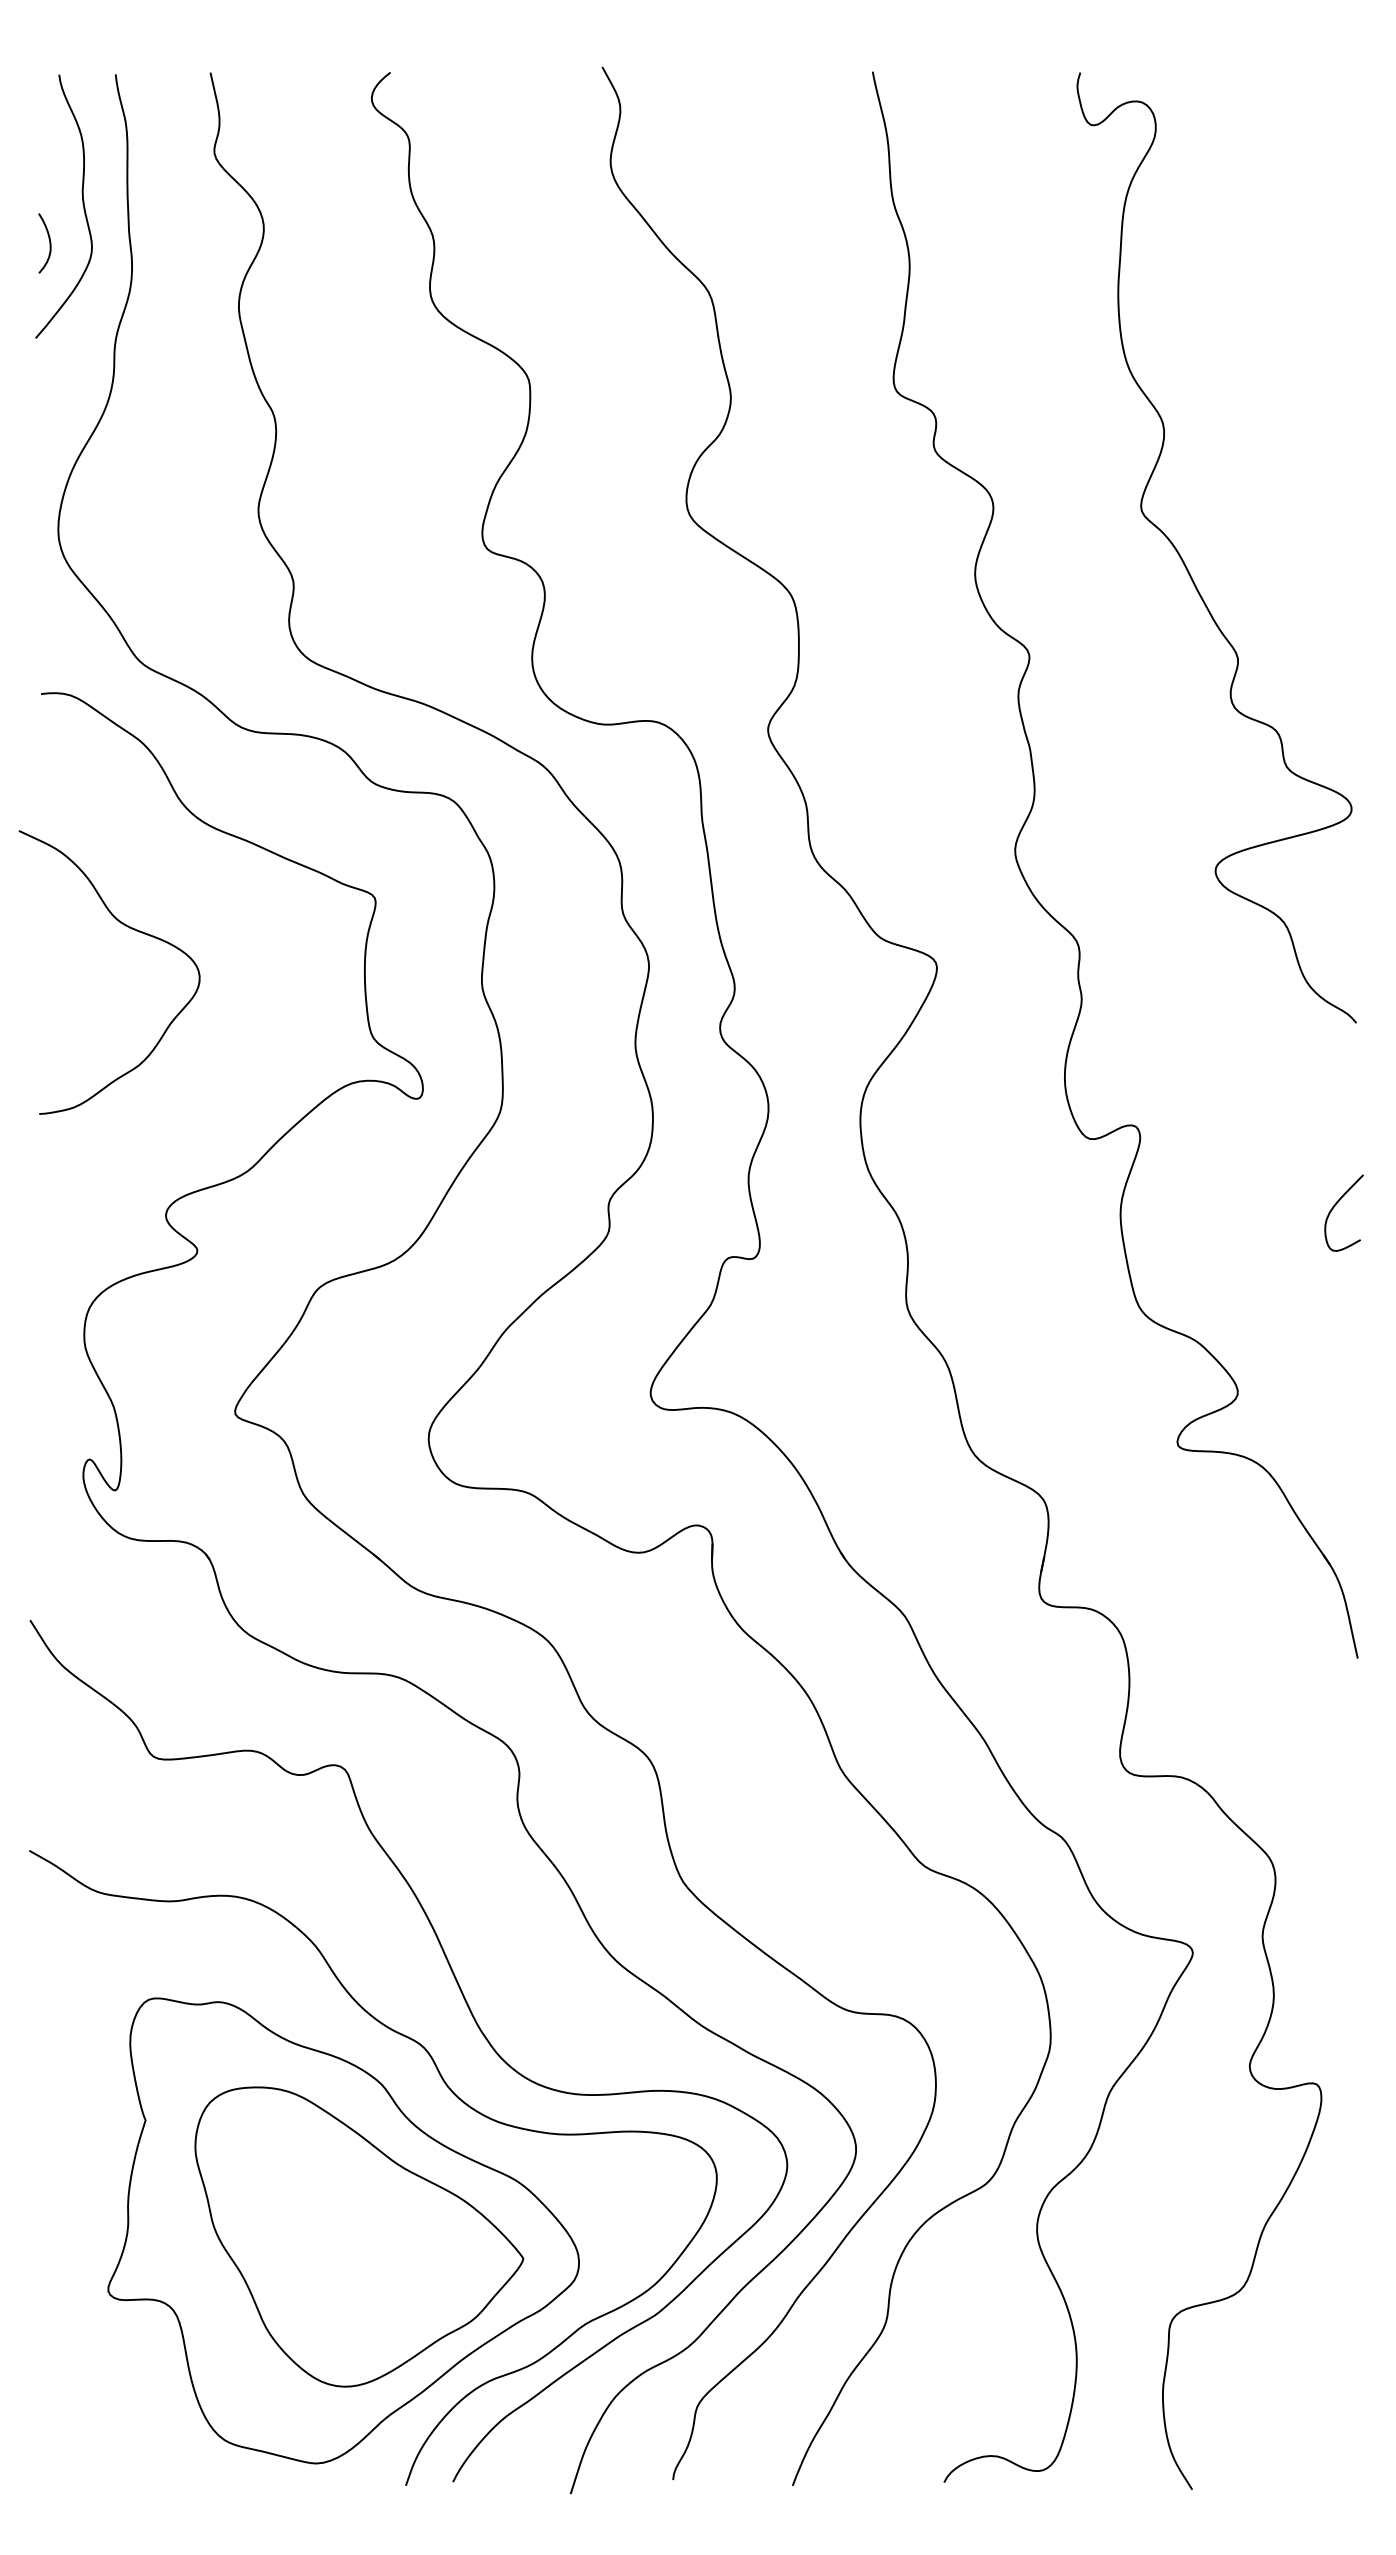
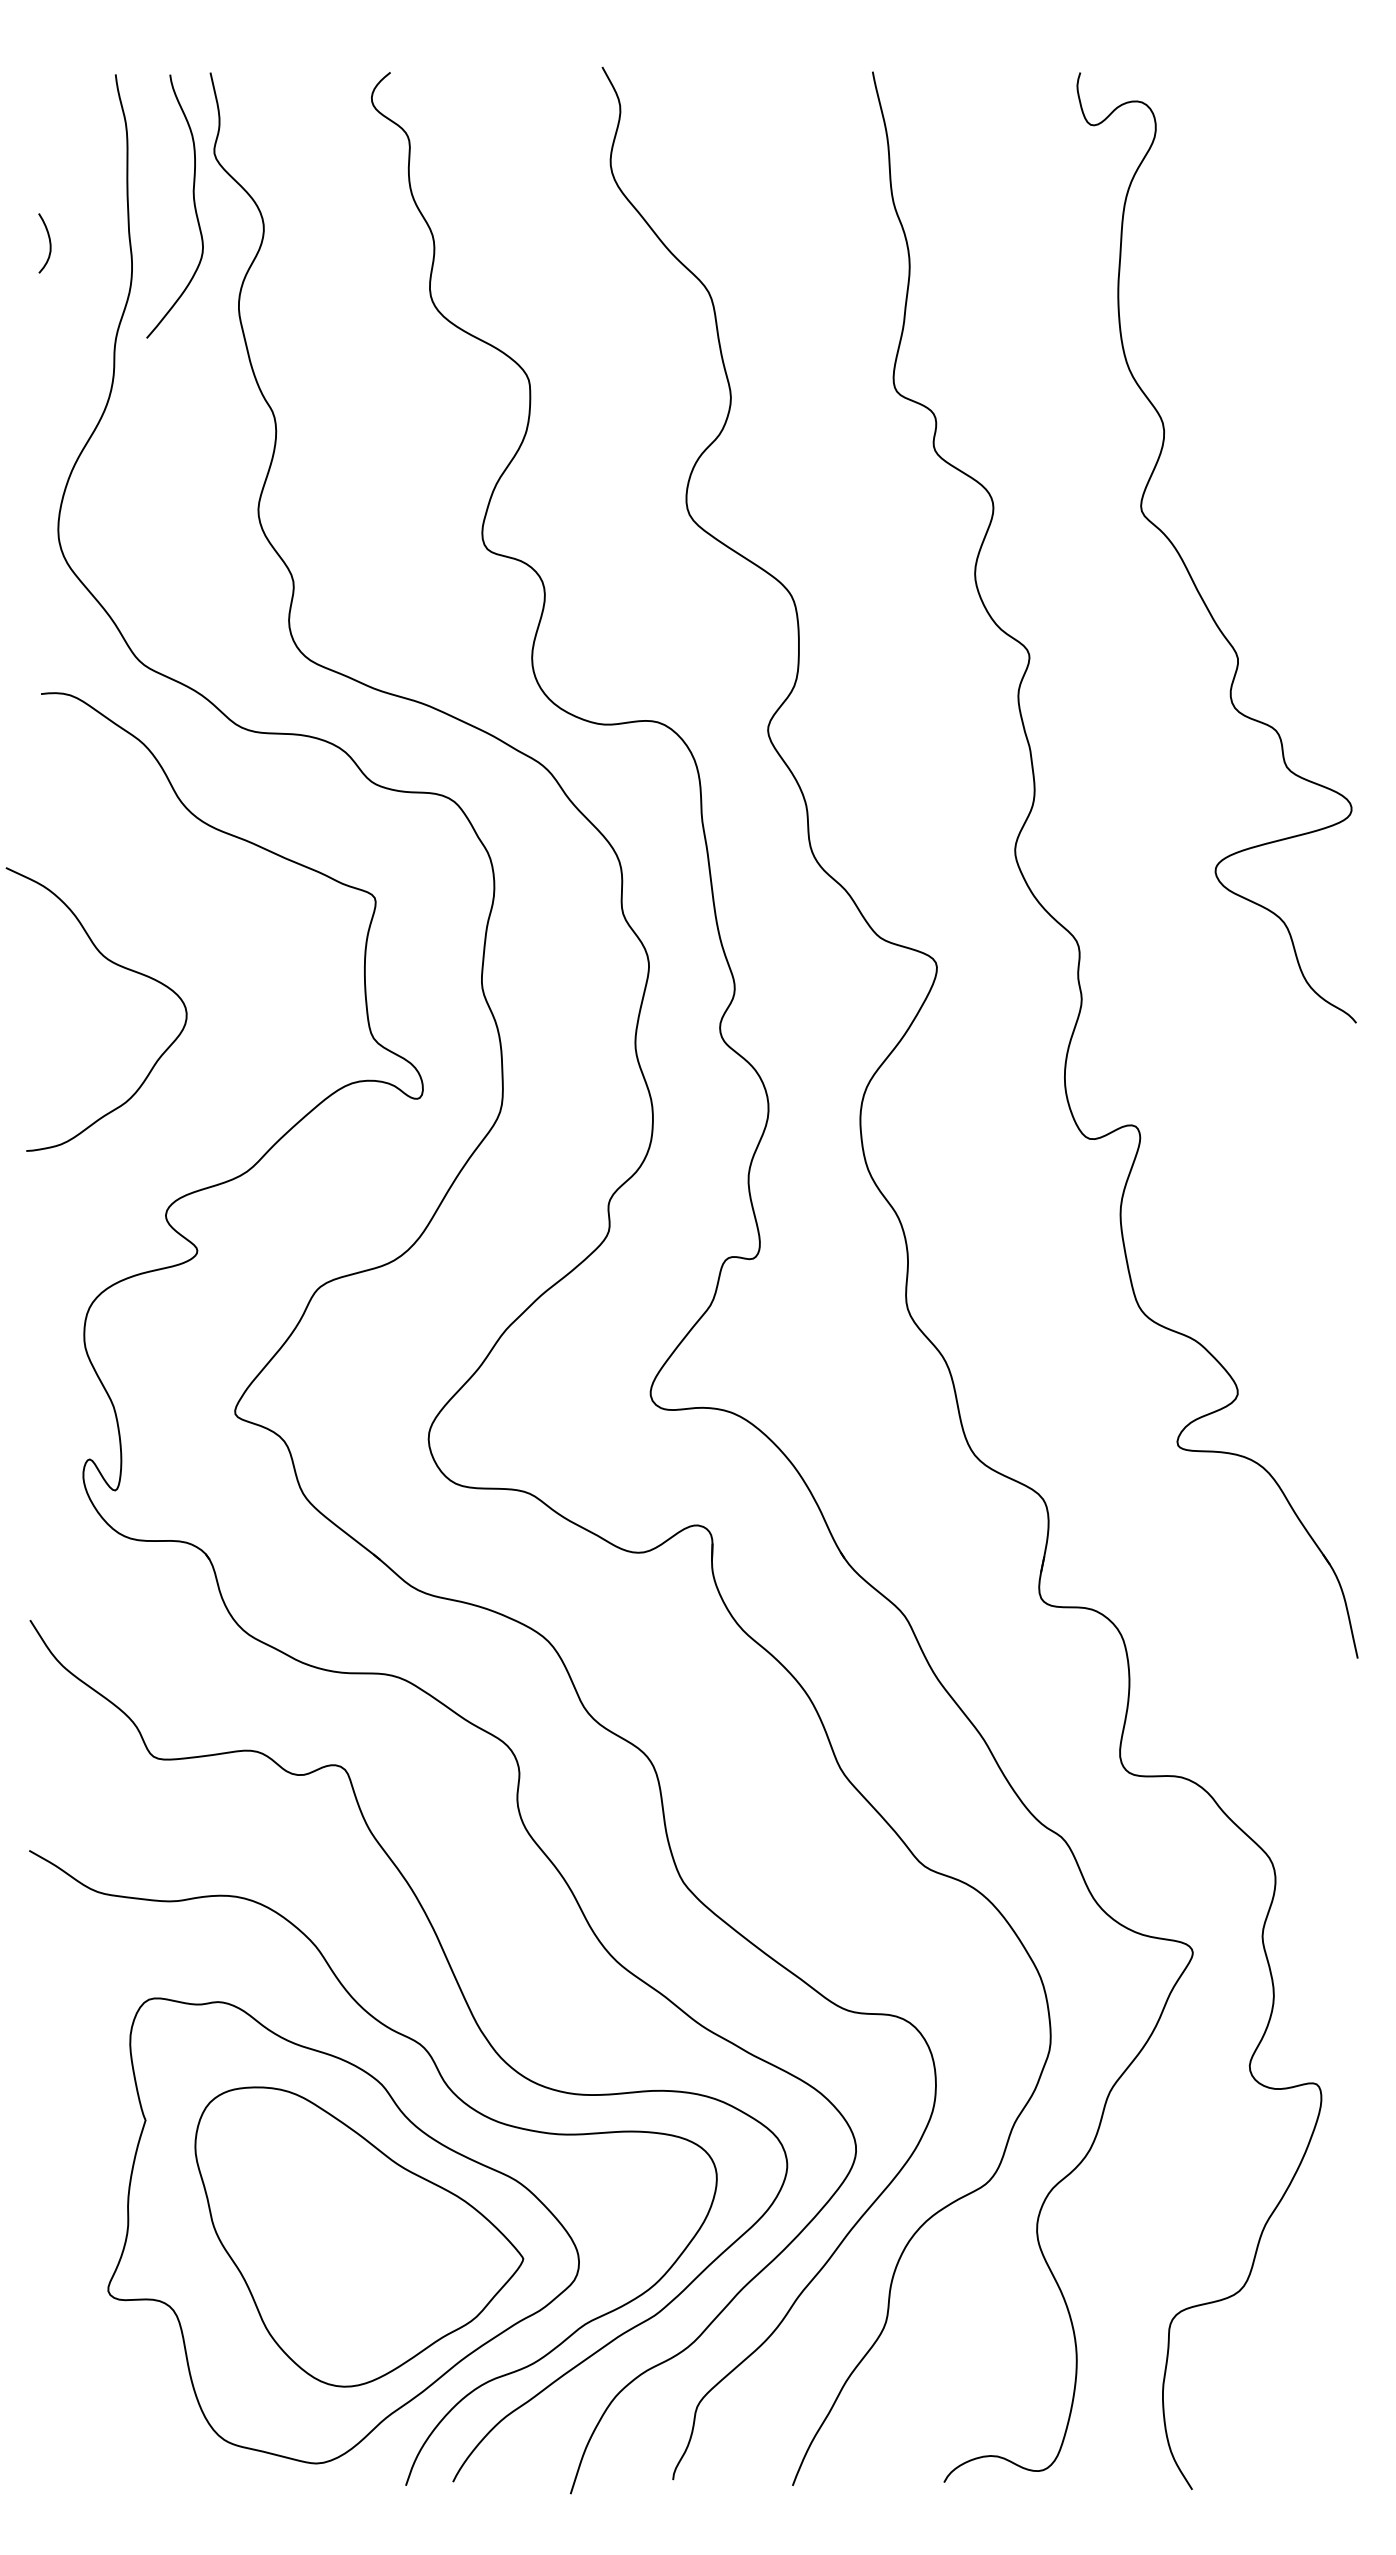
curve at (82, 204) position: (82, 204) -> (193, 204)
curve at (131, 929) position: (131, 929) -> (118, 966)
curve at (1335, 1206): present -> none
